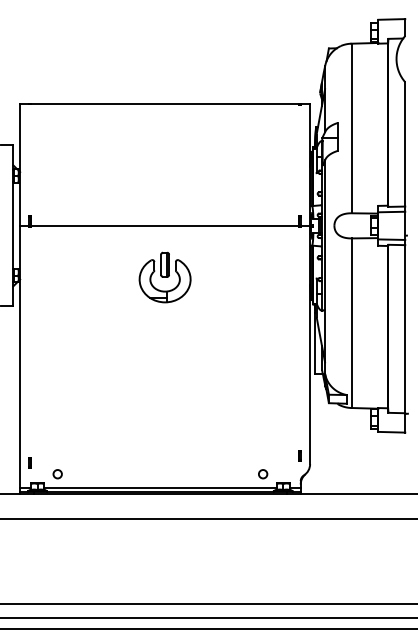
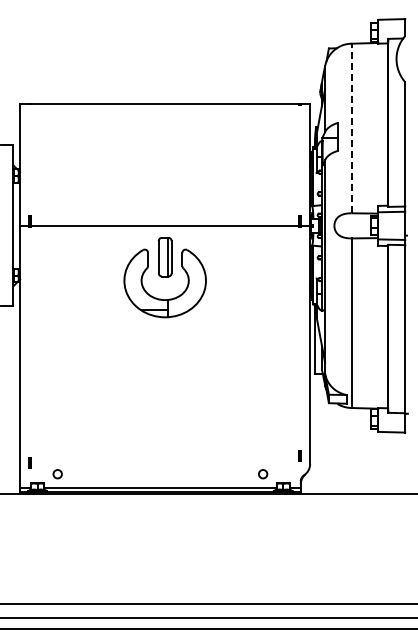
line at (351, 128): solid -> dashed
part at (164, 277) size: 54x53 px -> 84x82 px
line at (208, 518): present -> none
